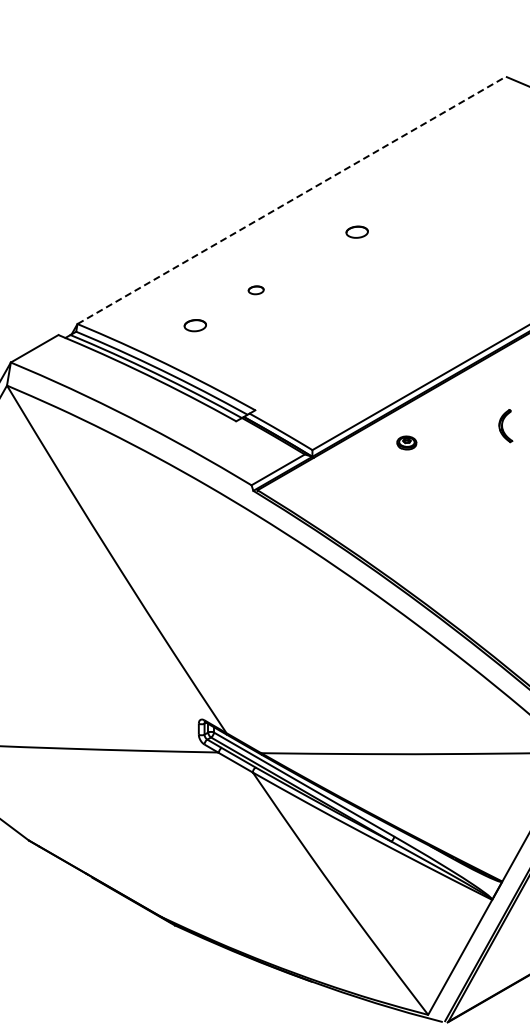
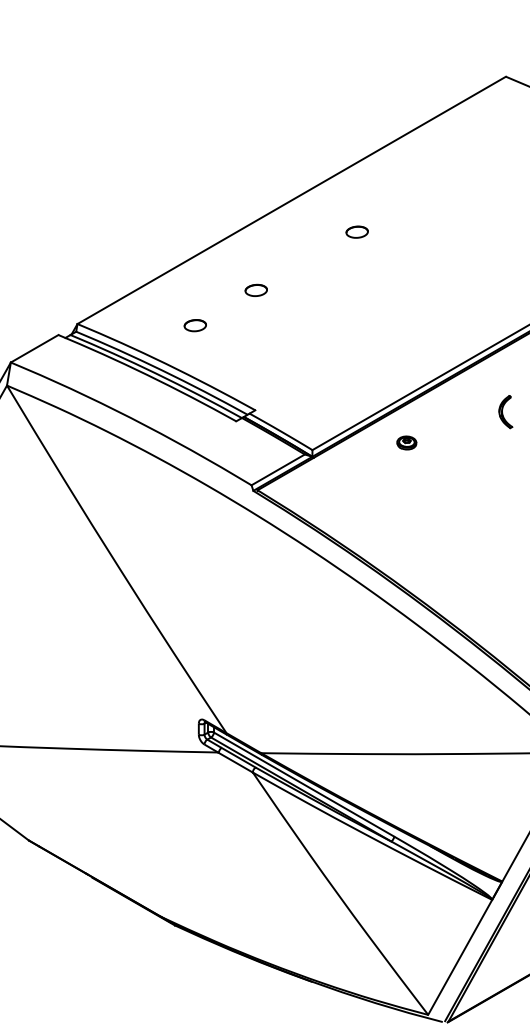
line at (292, 200): dashed -> solid
part at (255, 290) size: 18x11 px -> 24x14 px
part at (505, 426) position: (505, 426) -> (505, 412)
